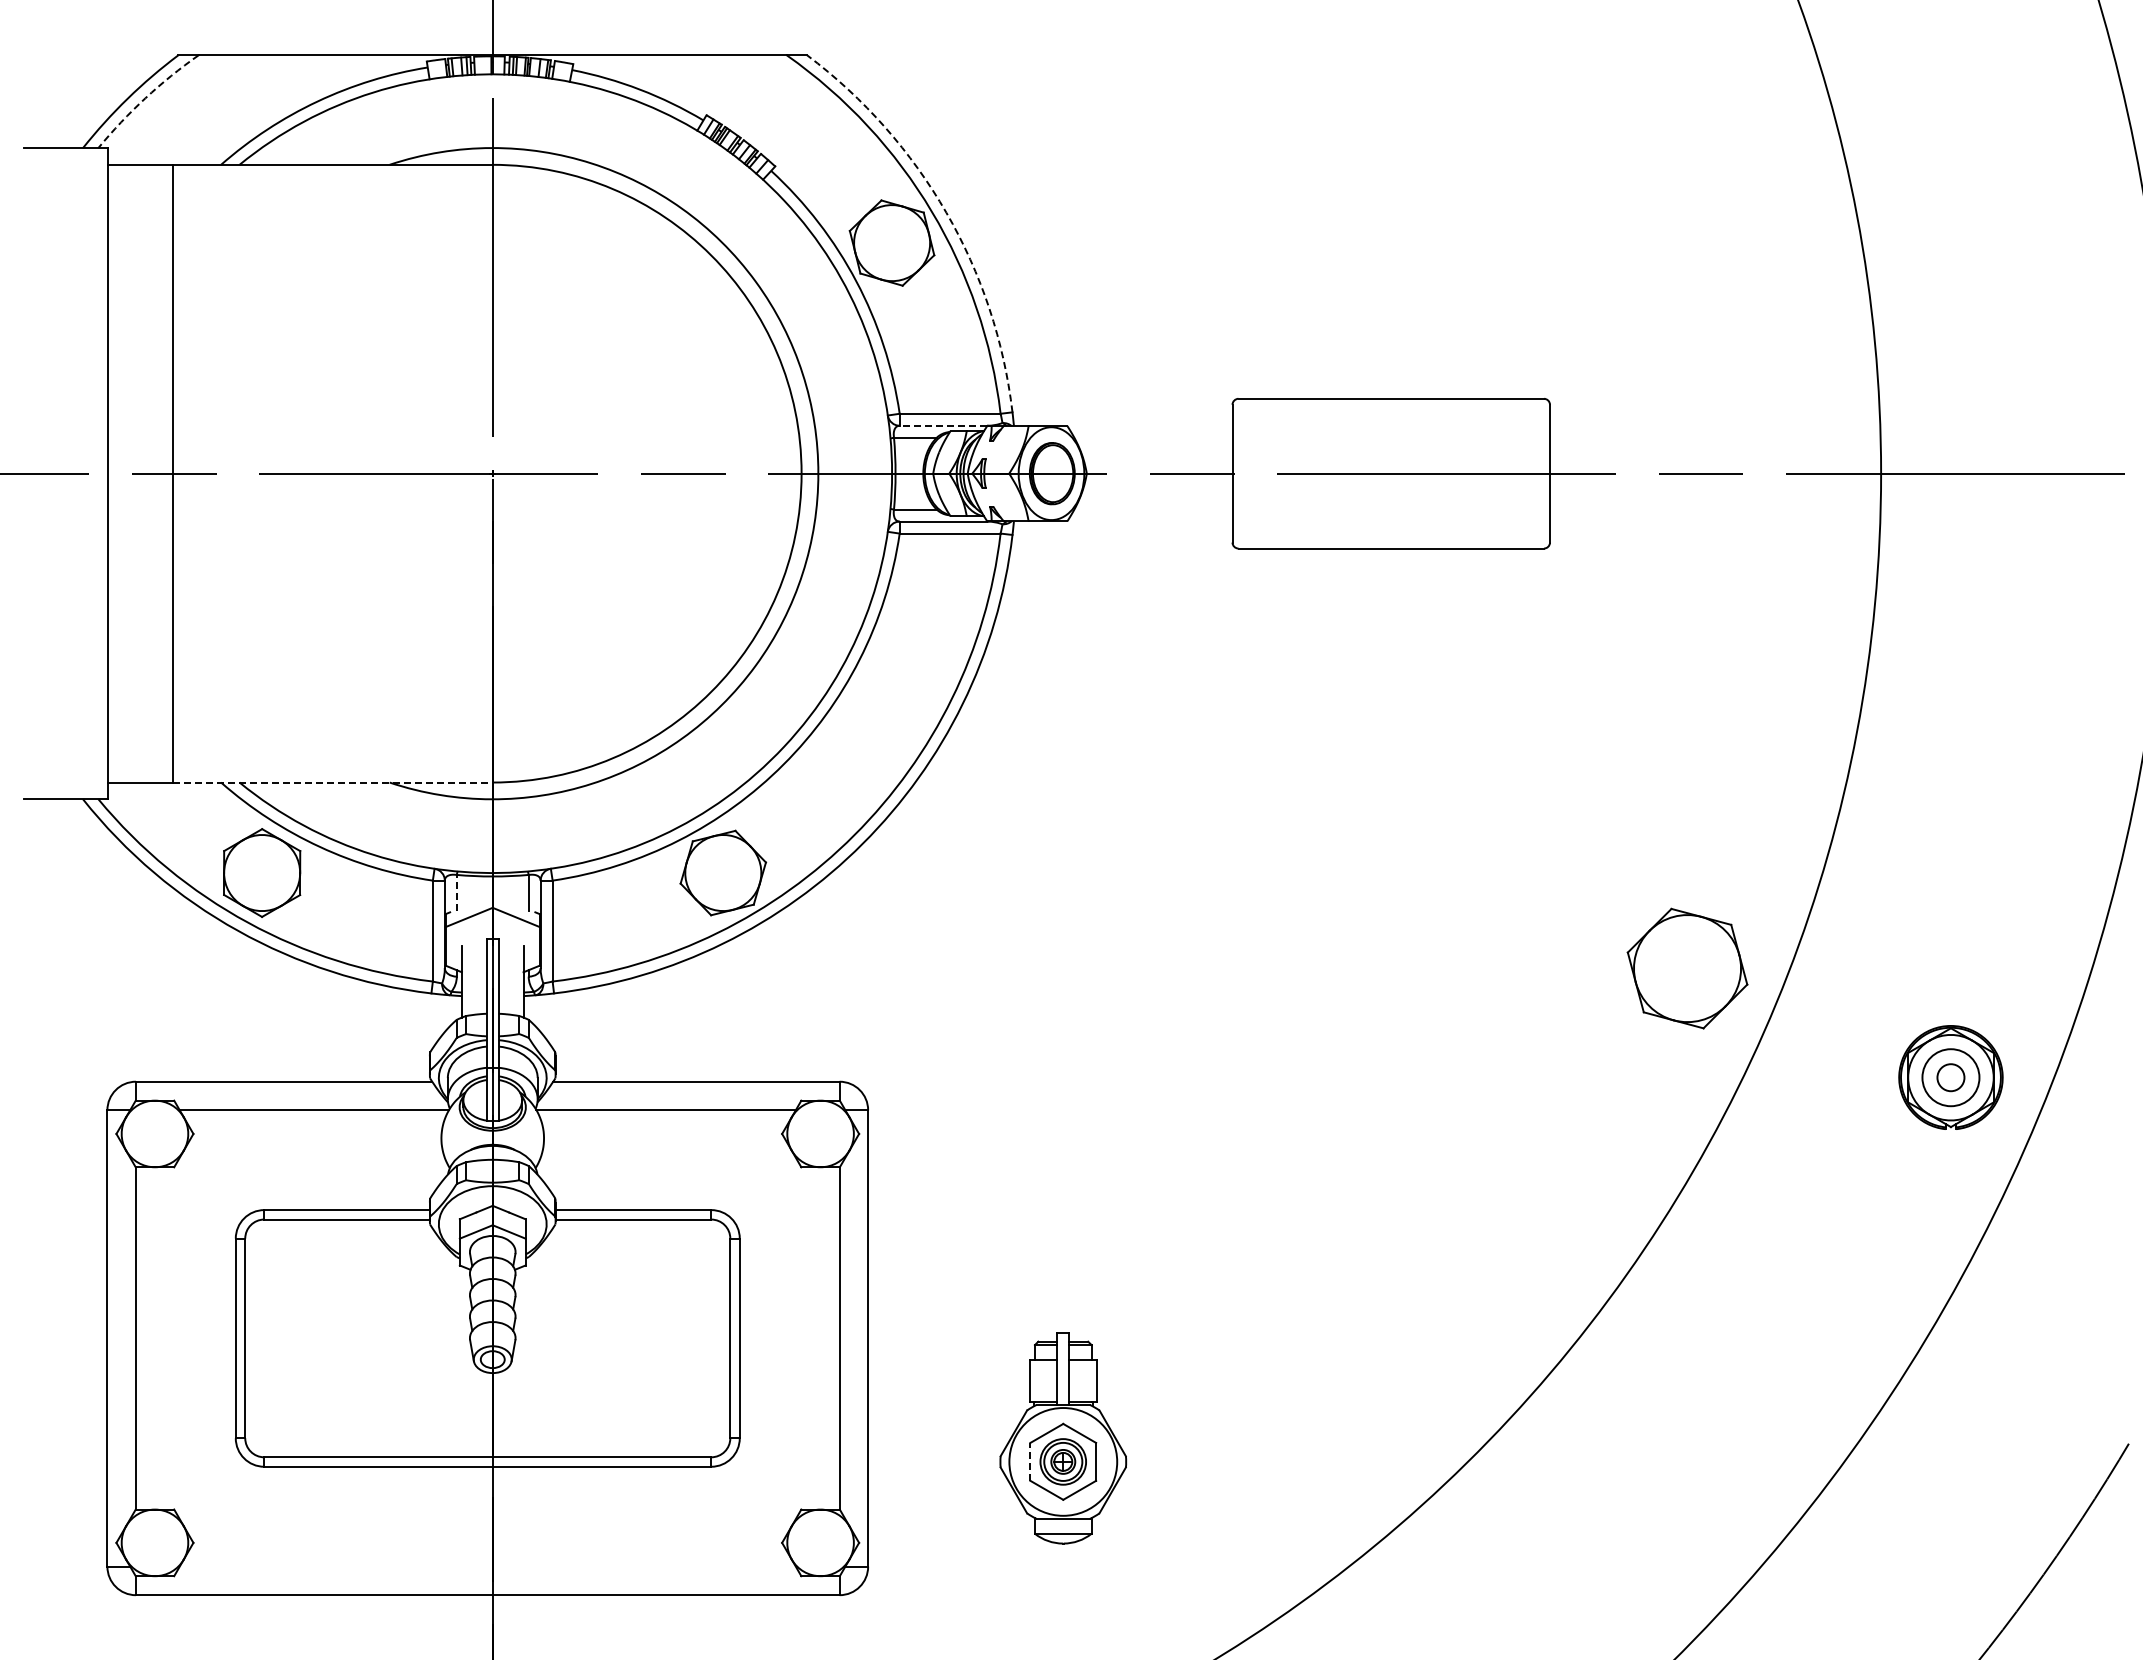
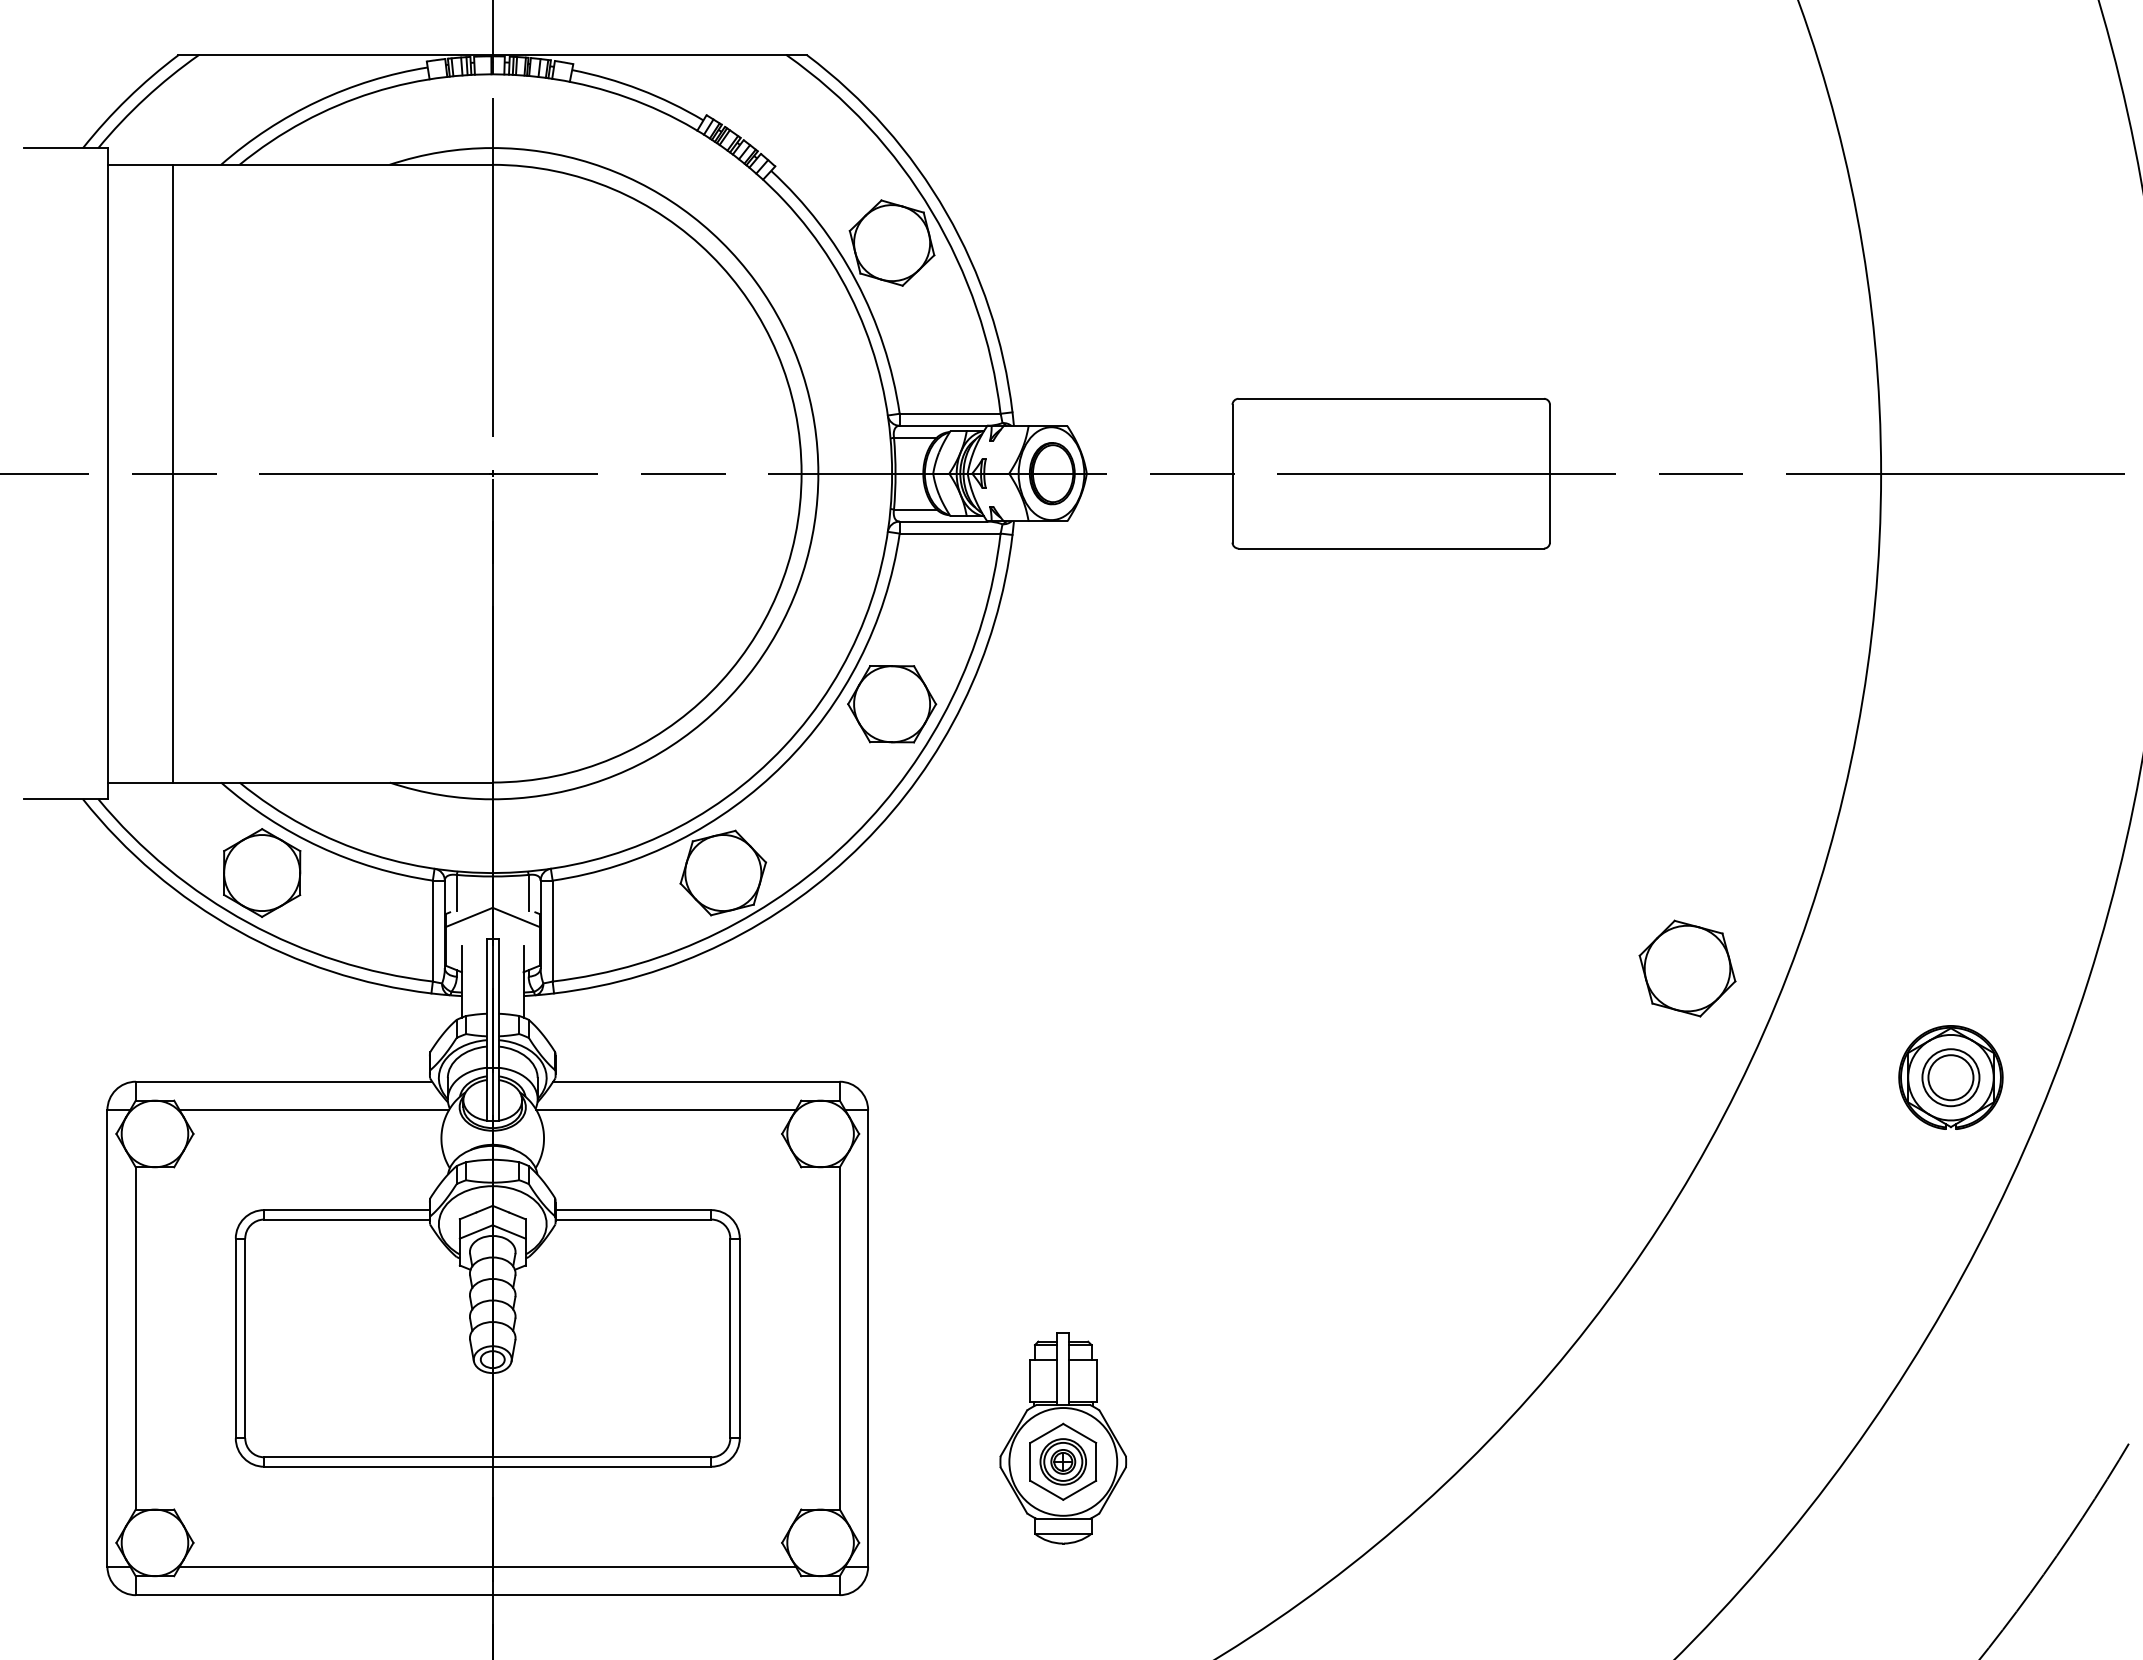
arc at (145, 98): dashed -> solid
arc at (946, 212): dashed -> solid
line at (943, 425): dashed -> solid
part at (892, 704): none -> present
line at (333, 782): dashed -> solid
line at (456, 892): dashed -> solid
part at (1687, 968) size: 123x123 px -> 99x99 px
circle at (1950, 1077) diameter: 27 px -> 45 px
line at (1030, 1461): dashed -> solid
line at (487, 1566): none -> present
